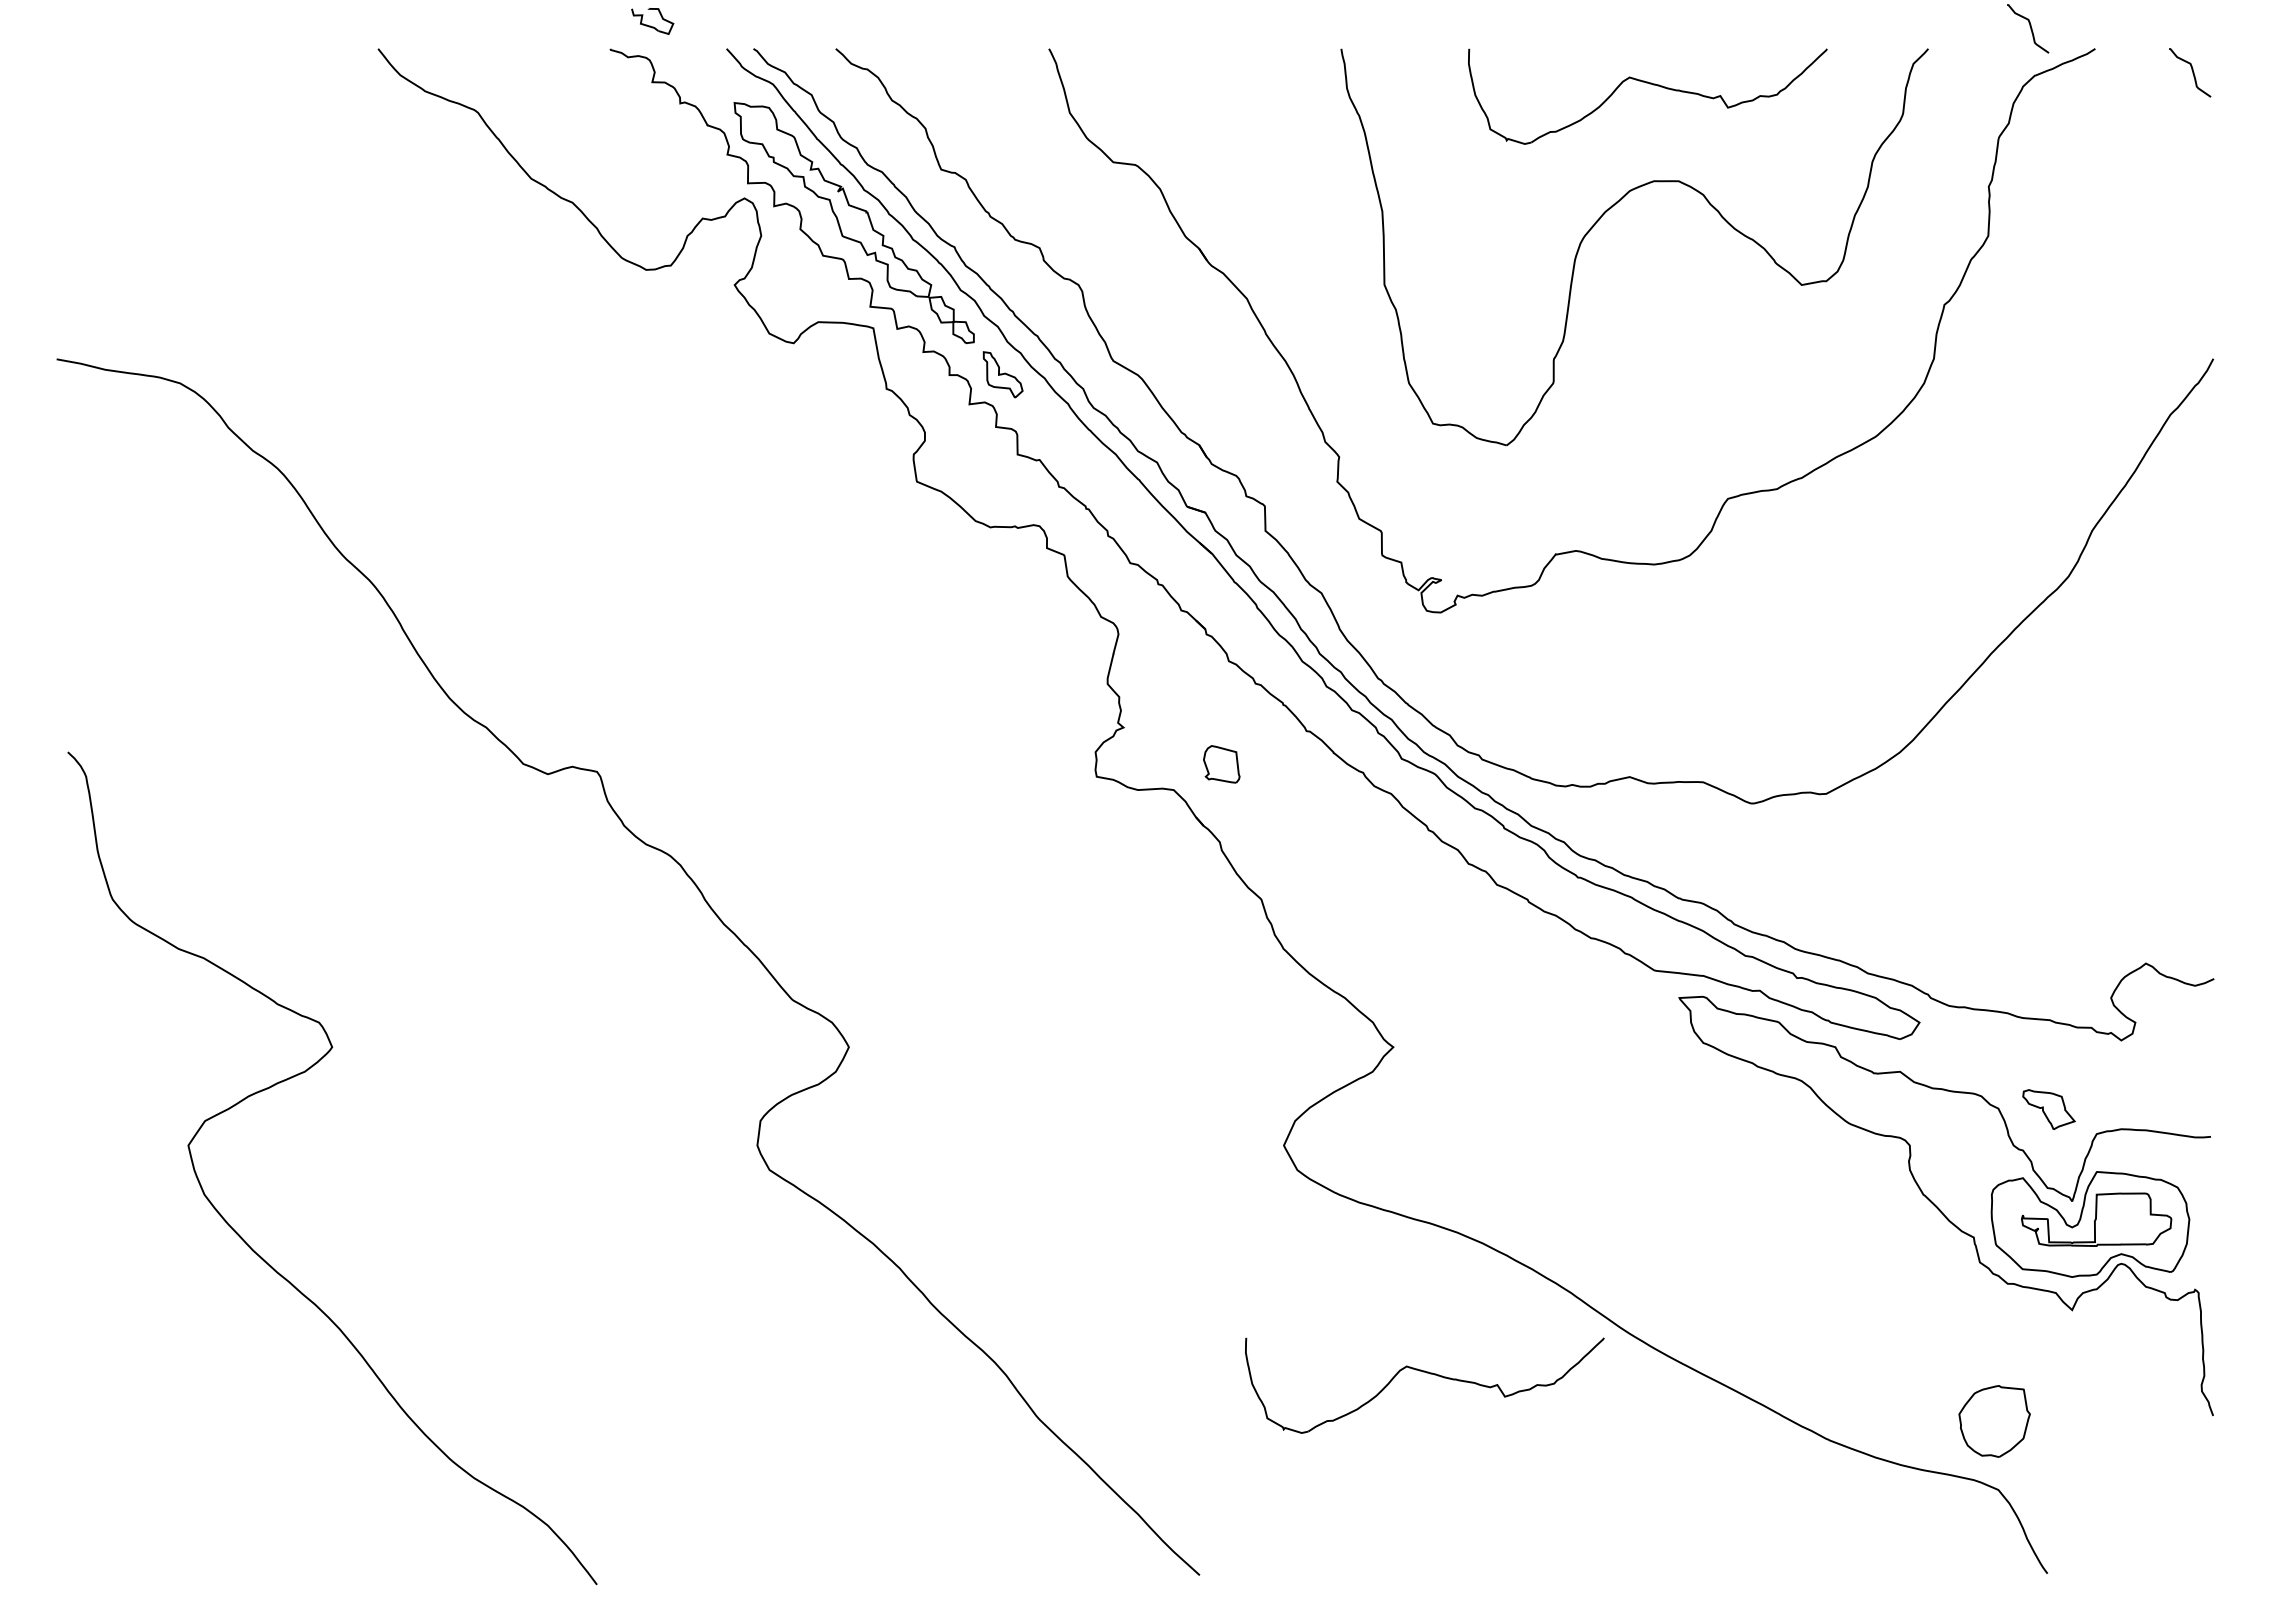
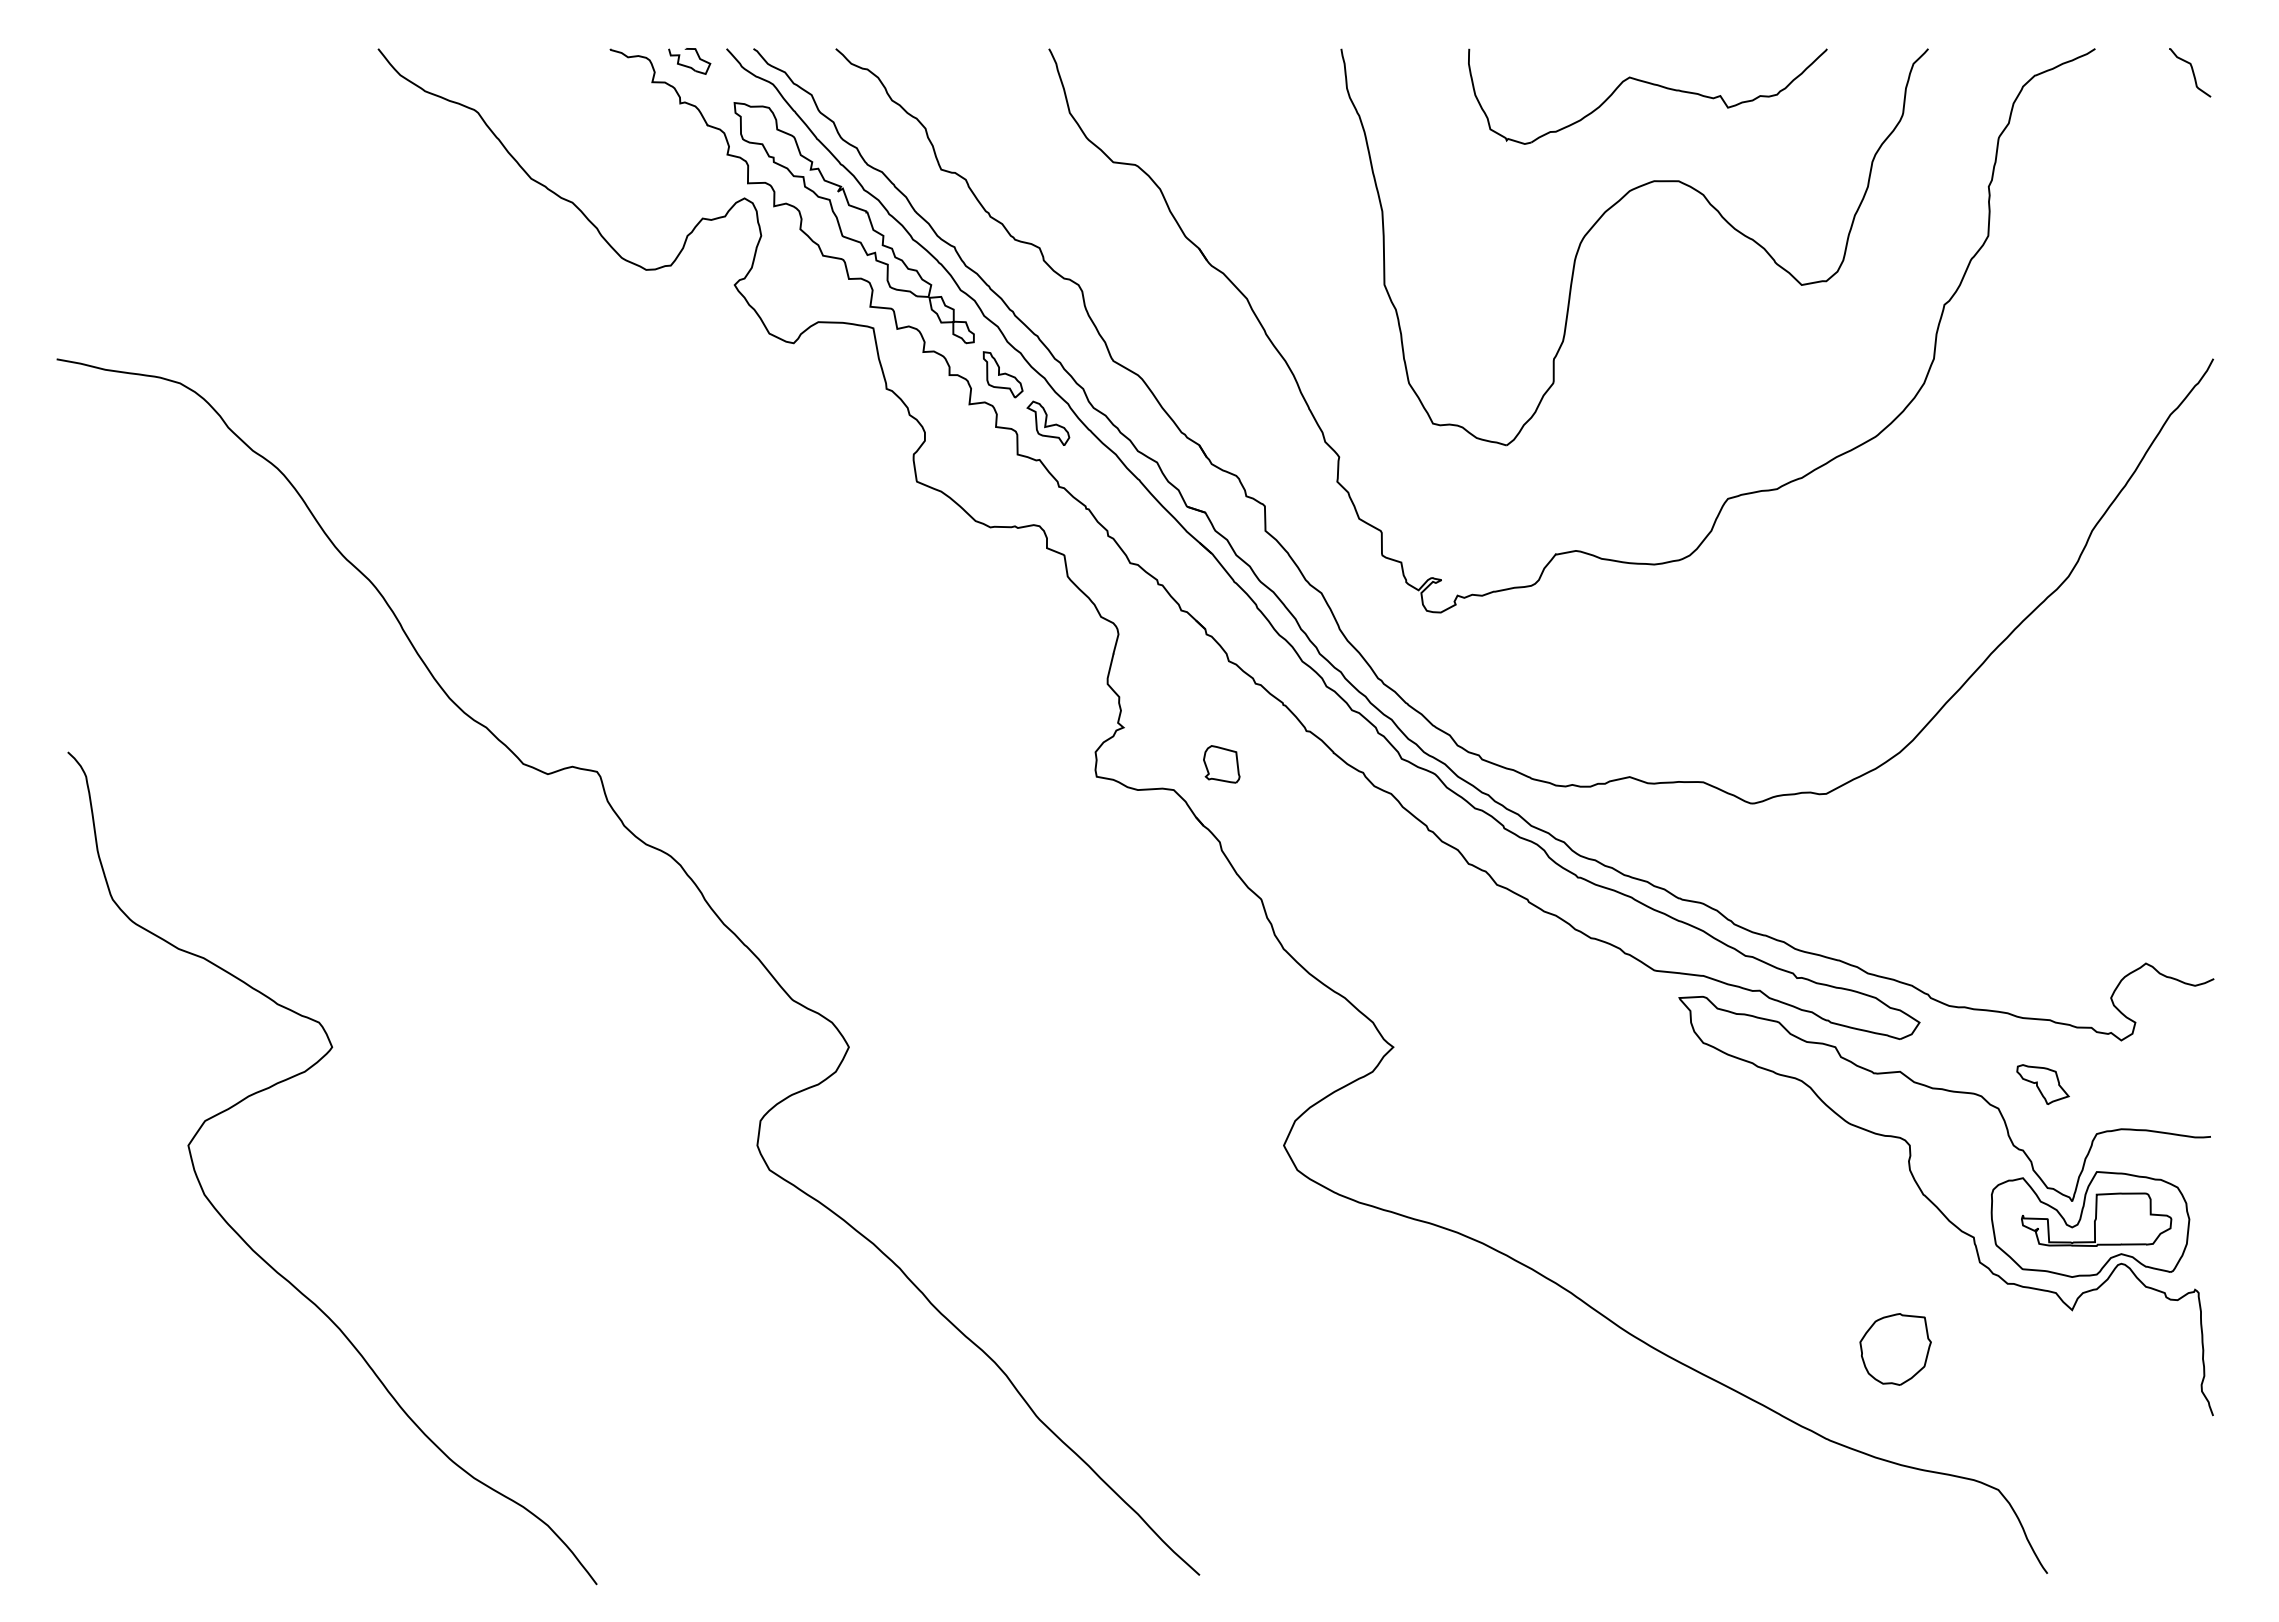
part at (652, 21) position: (652, 21) -> (689, 61)
curve at (2030, 28): present -> none
part at (1048, 422): none -> present
part at (2048, 1109) position: (2048, 1109) -> (2042, 1084)
part at (1426, 1373): present -> none
part at (1994, 1421) position: (1994, 1421) -> (1895, 1349)
